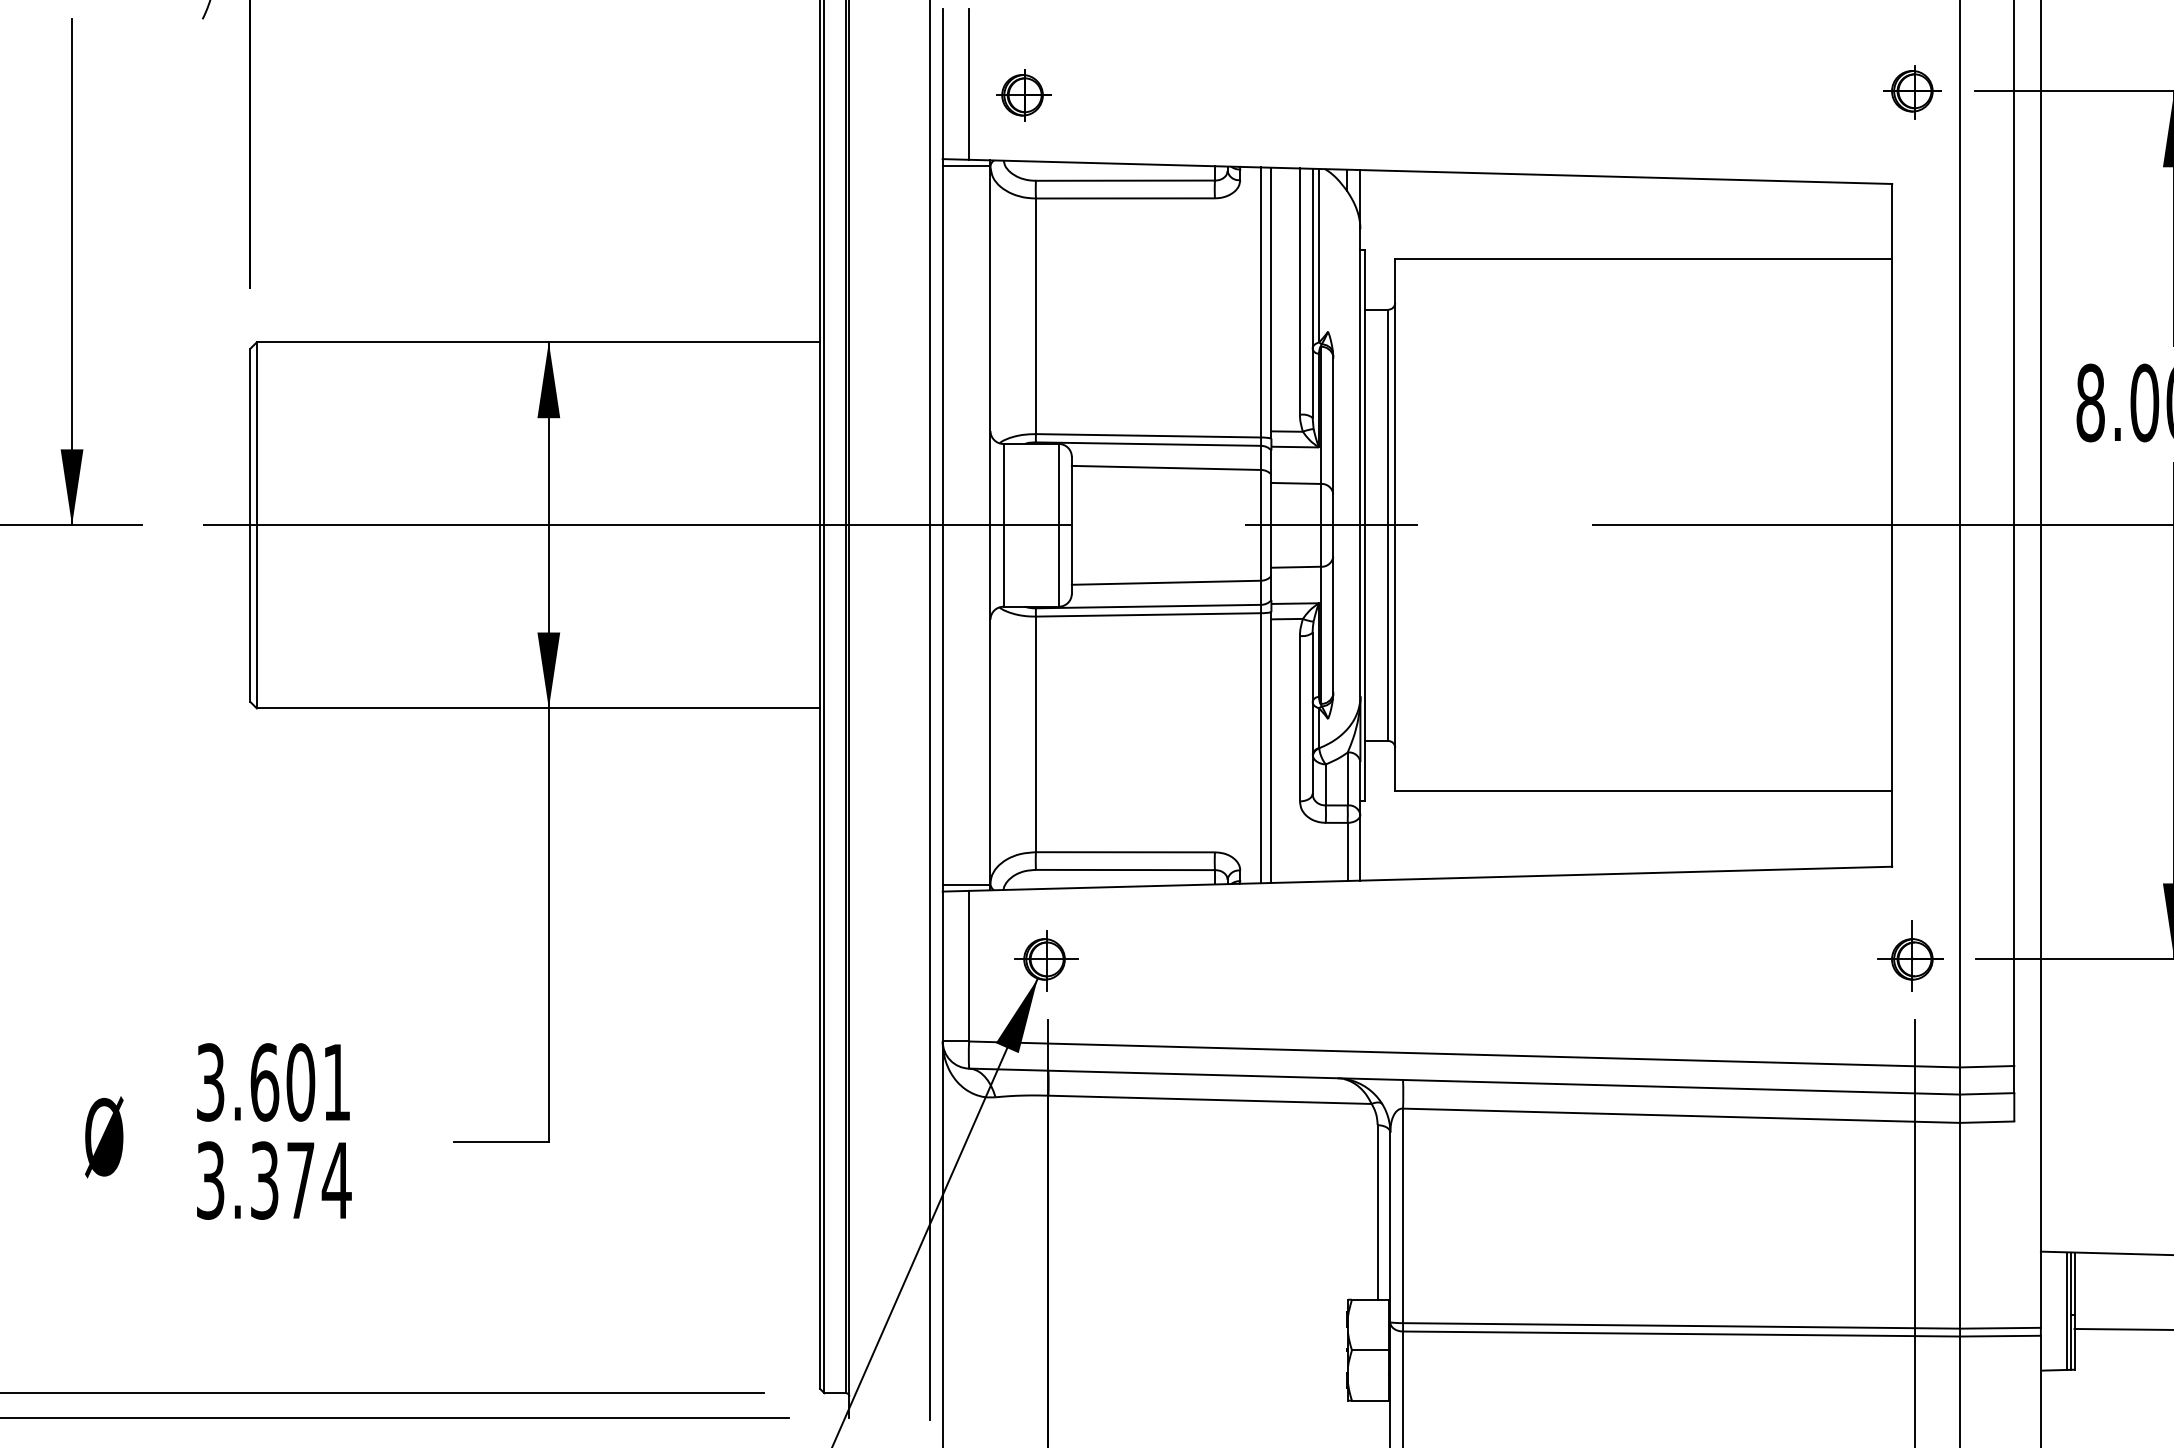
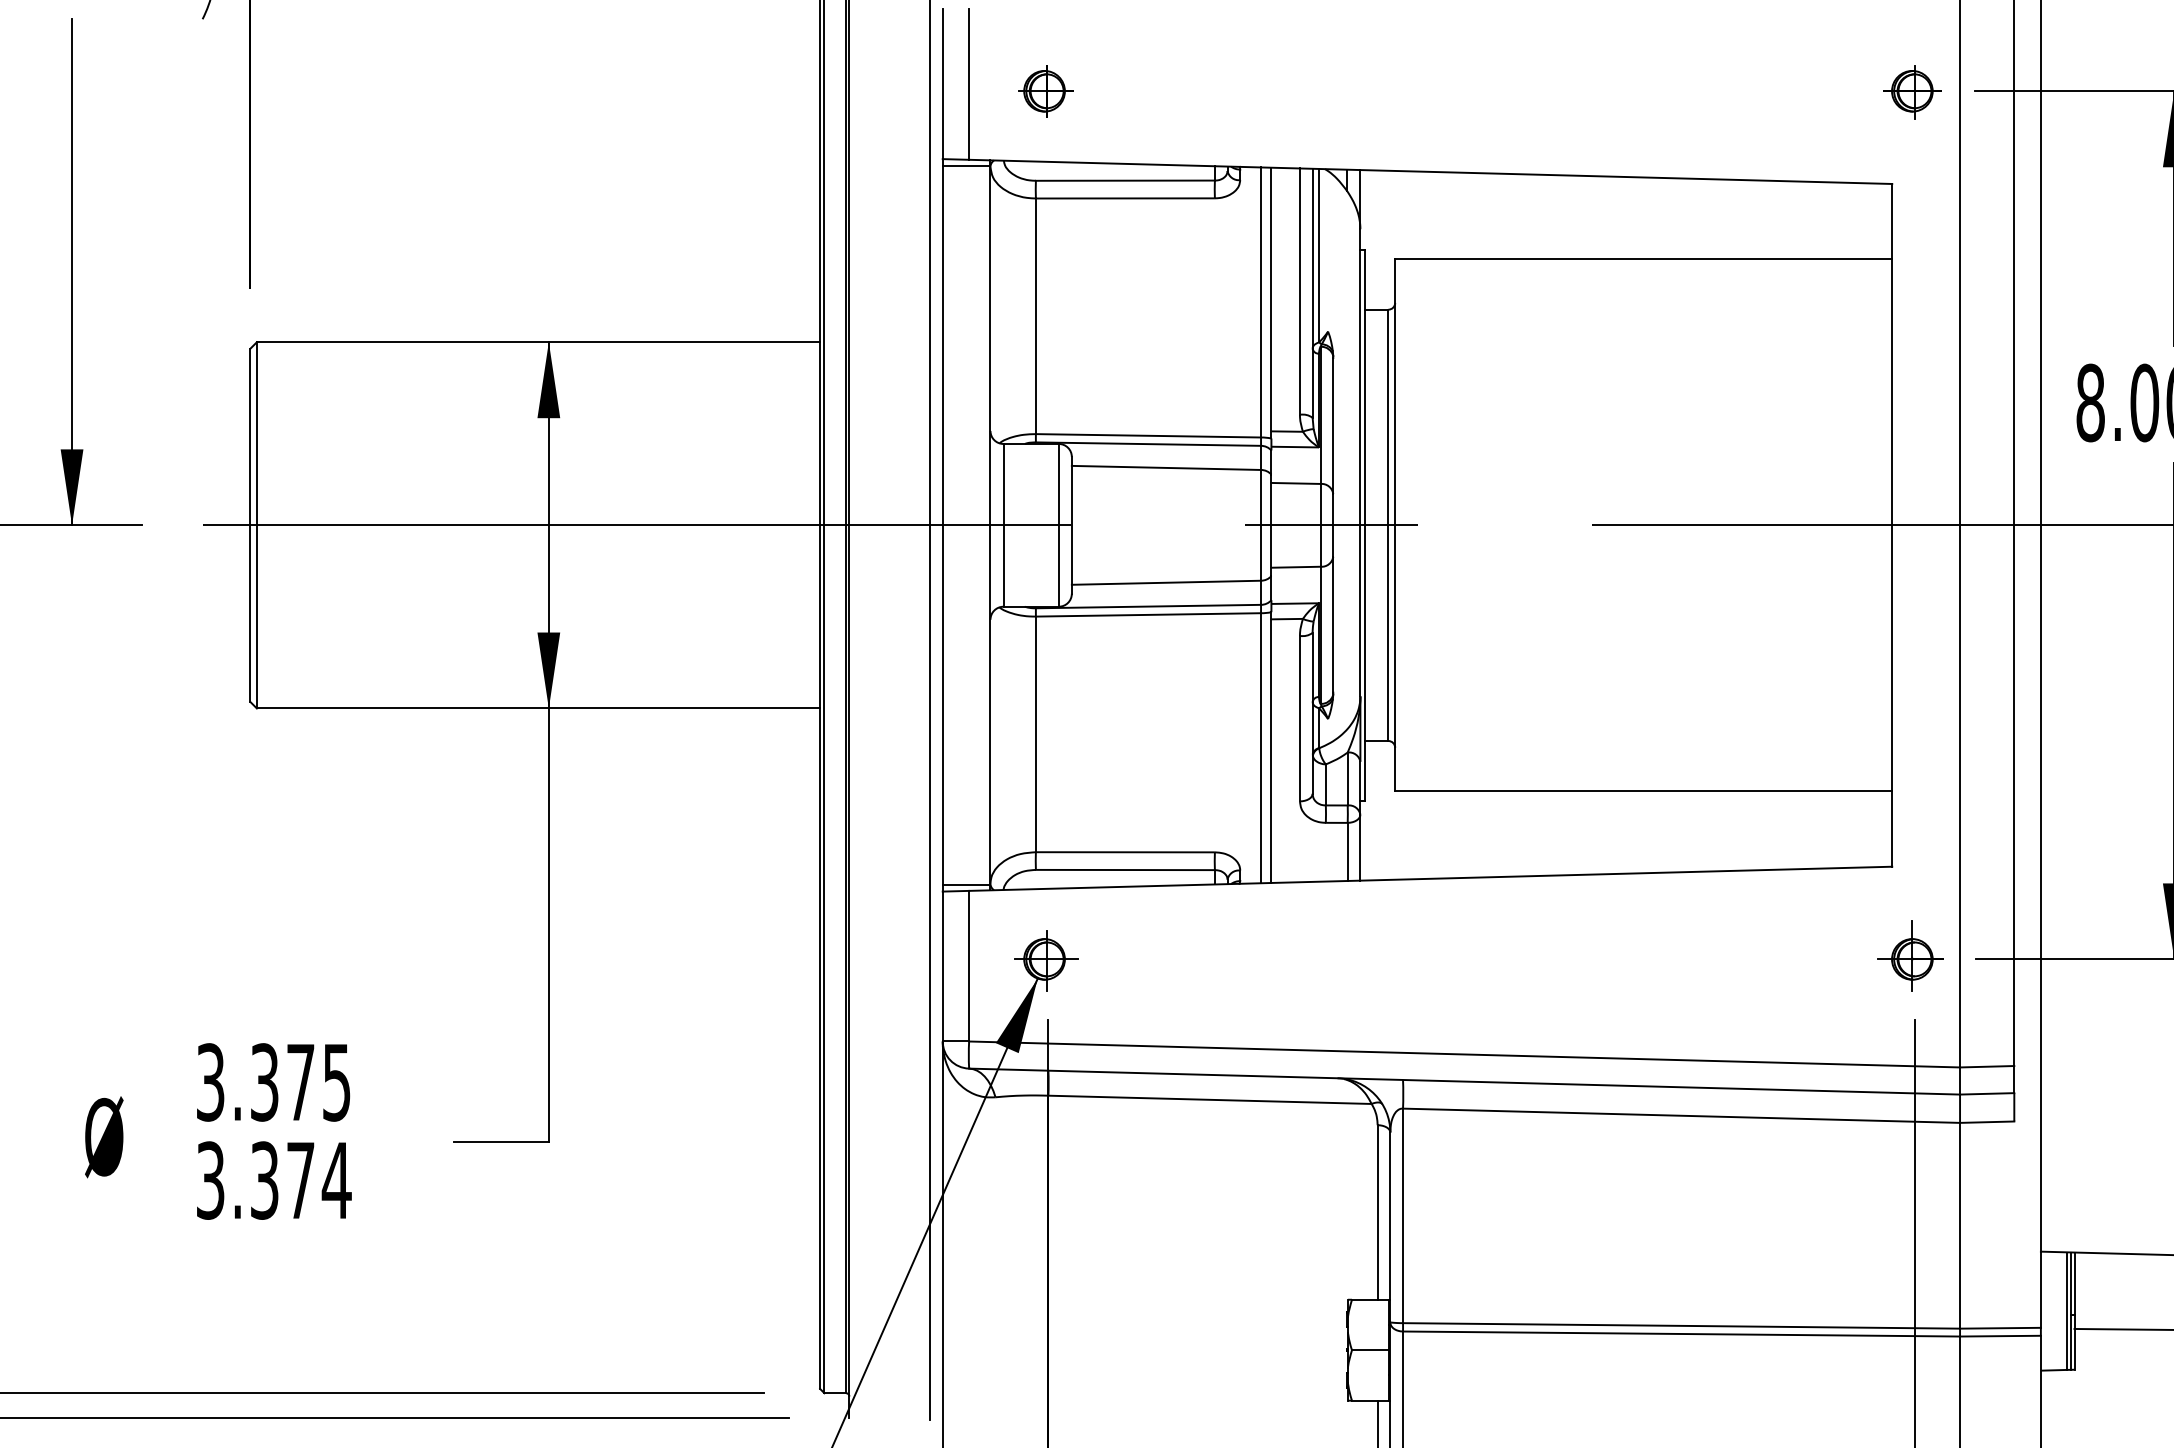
part at (1023, 95) position: (1023, 95) -> (1045, 91)
text at (300, 1082): 3.601 -> 3.375
line at (1377, 1422): none -> present
